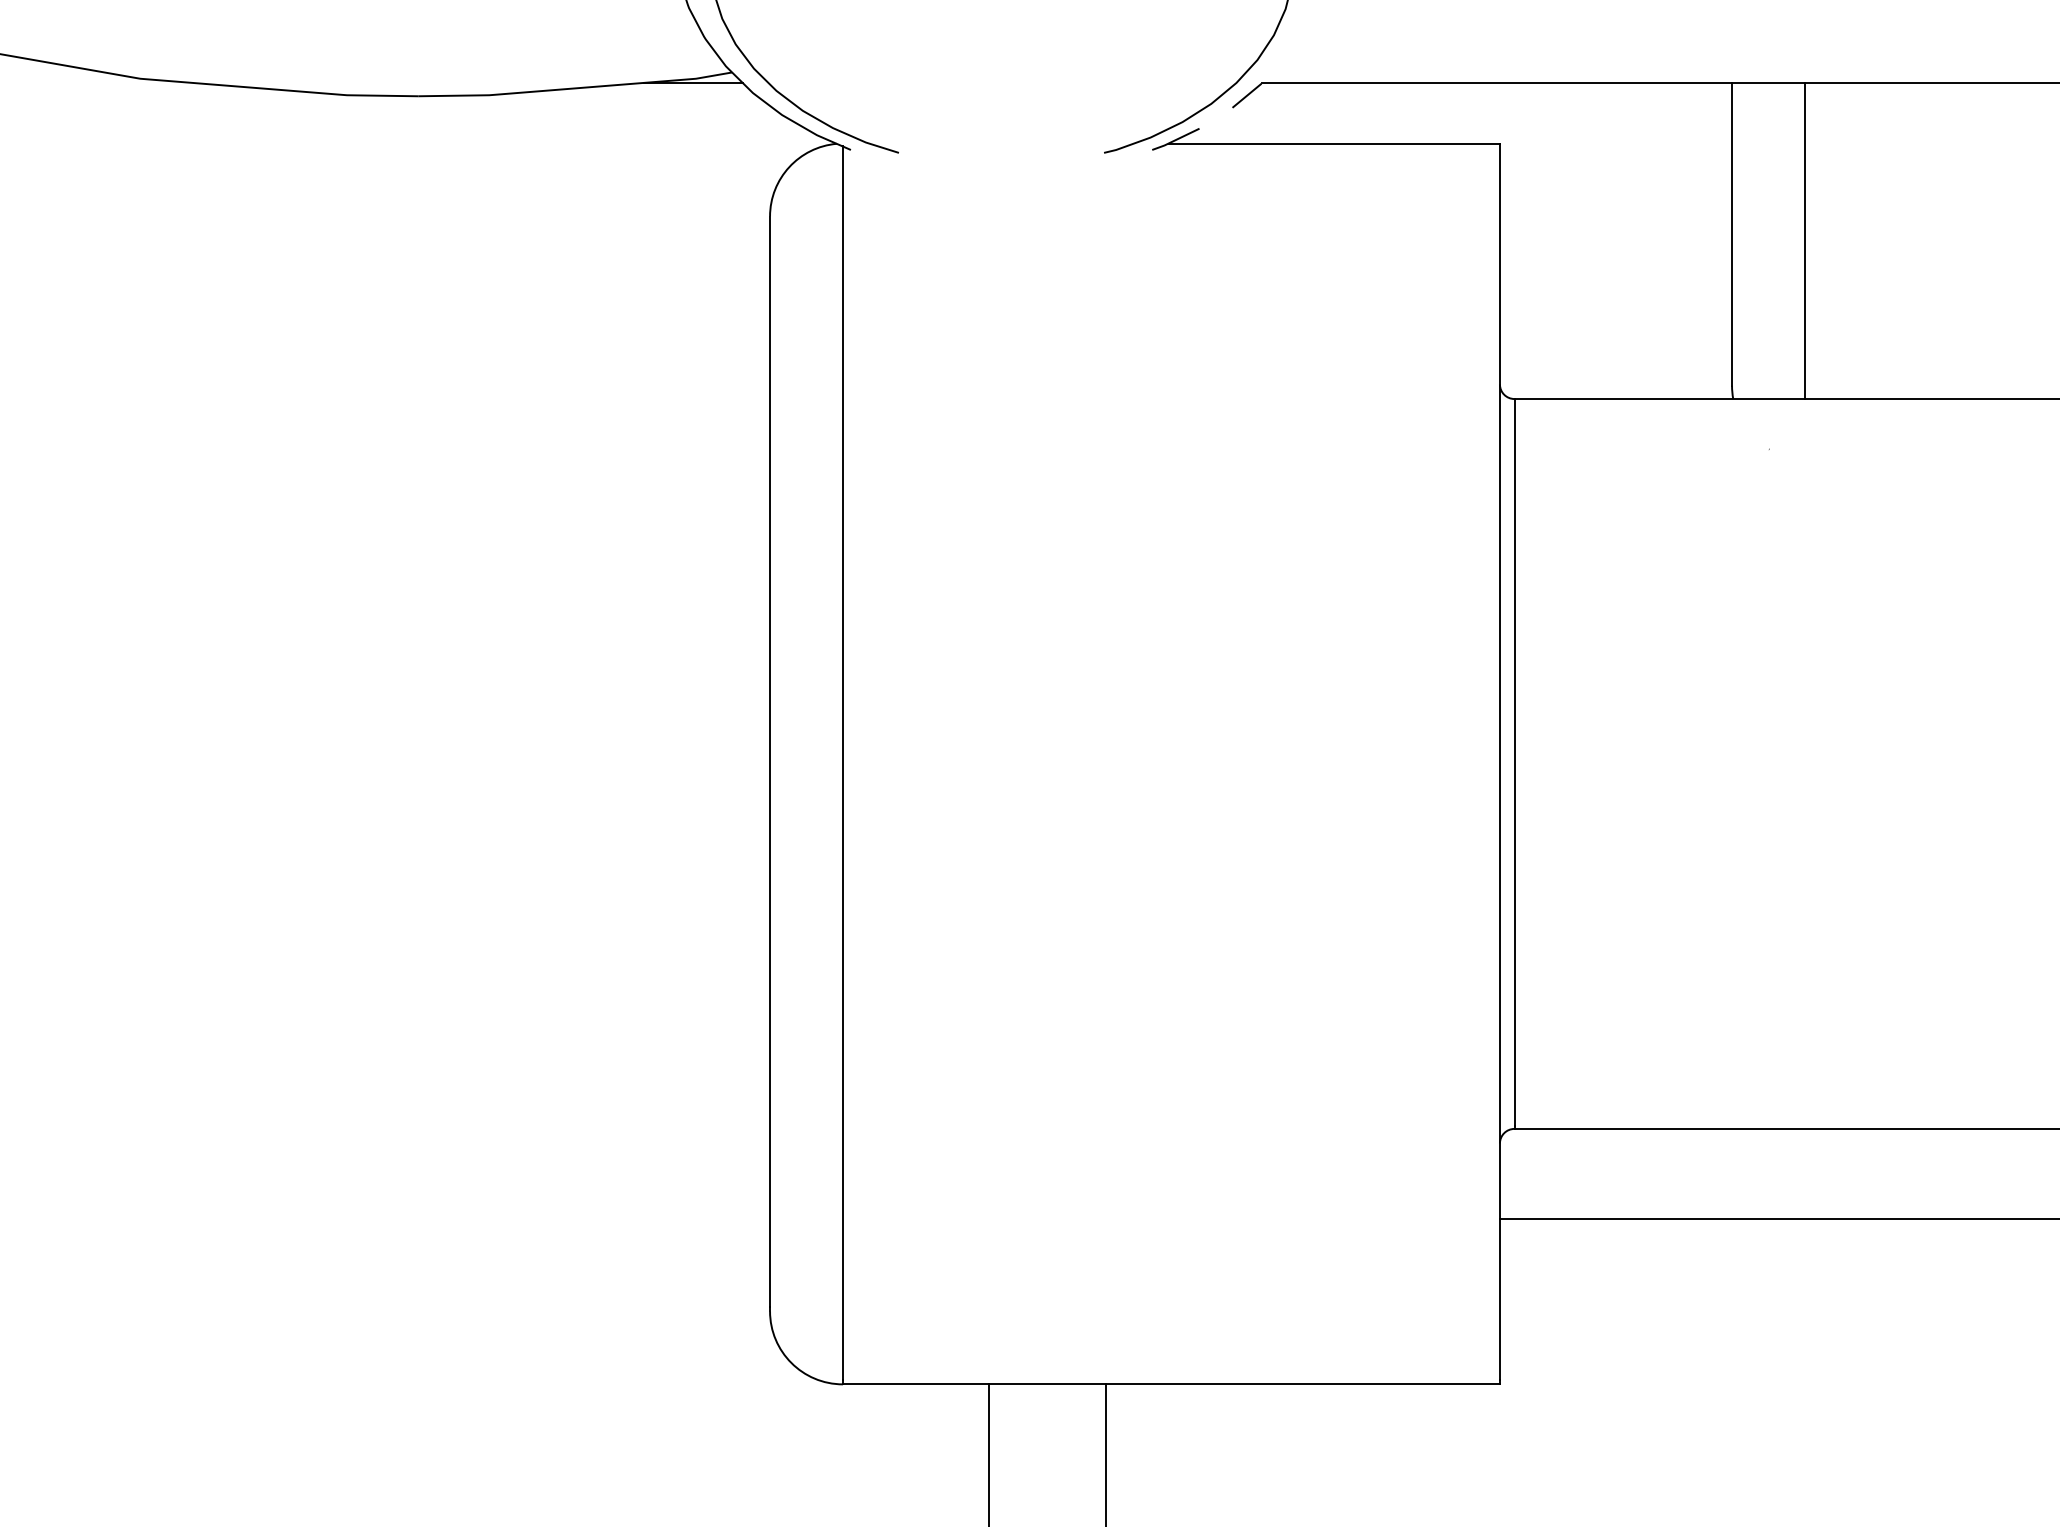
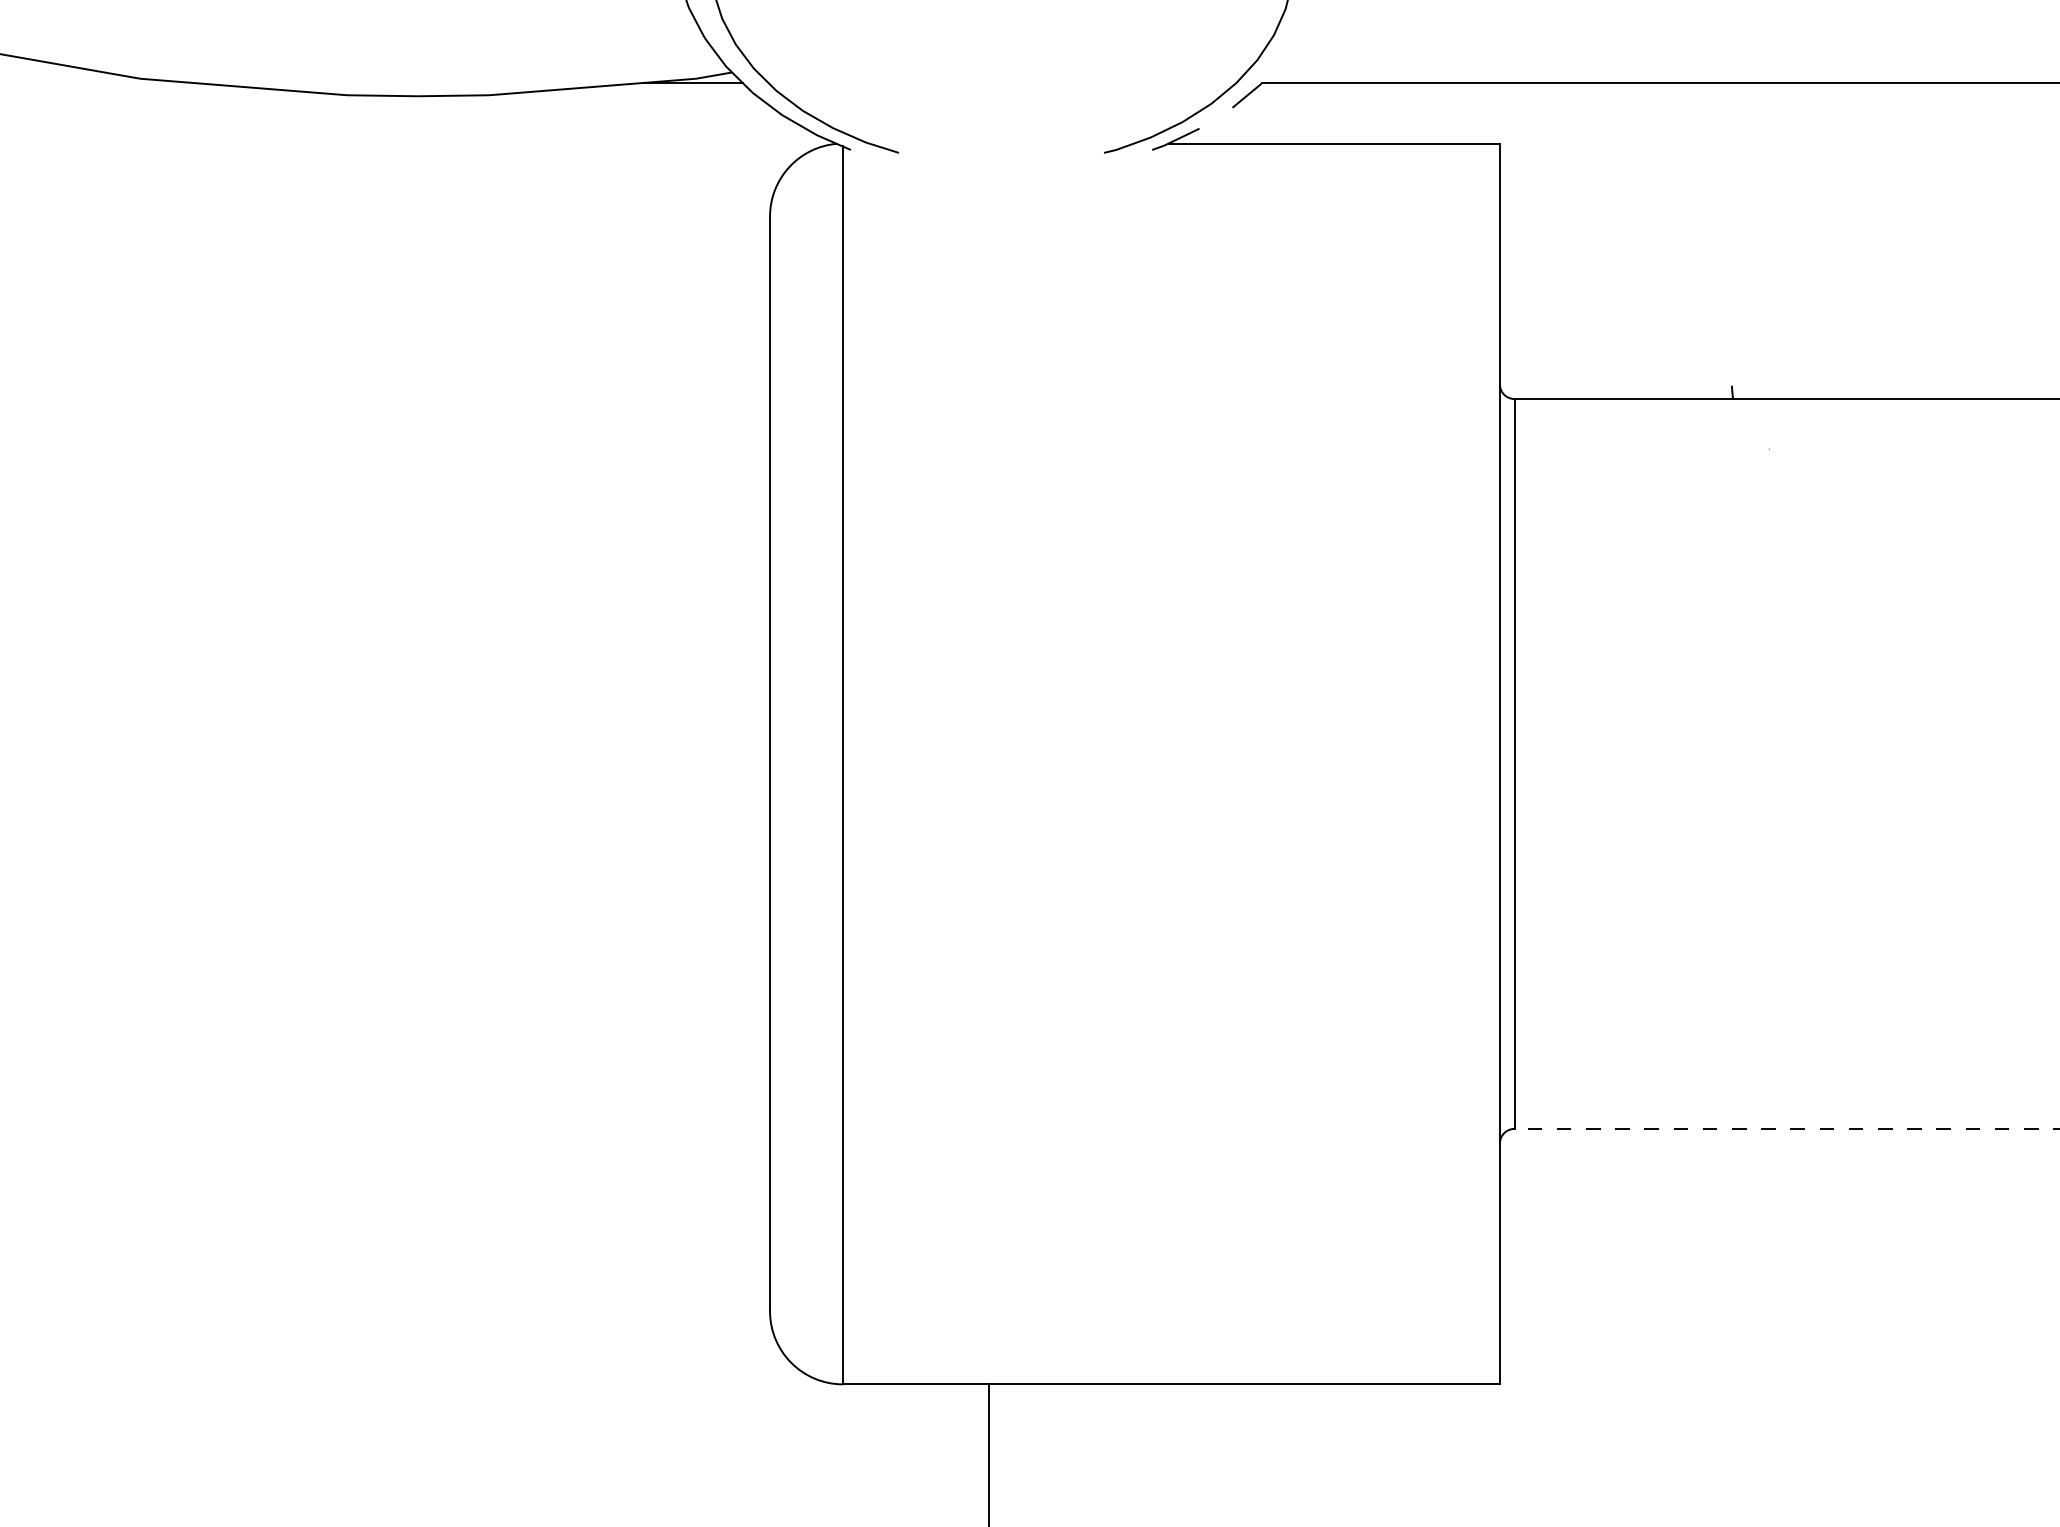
line at (1732, 233): present -> none
line at (1805, 240): present -> none
line at (1786, 1128): solid -> dashed
line at (1777, 1219): present -> none
line at (1105, 1453): present -> none
